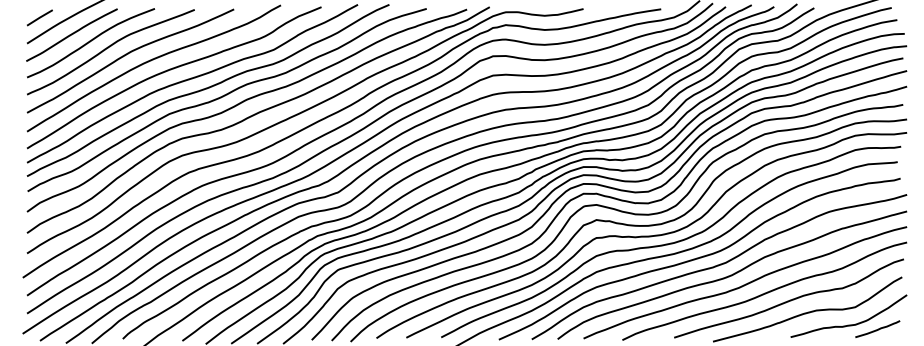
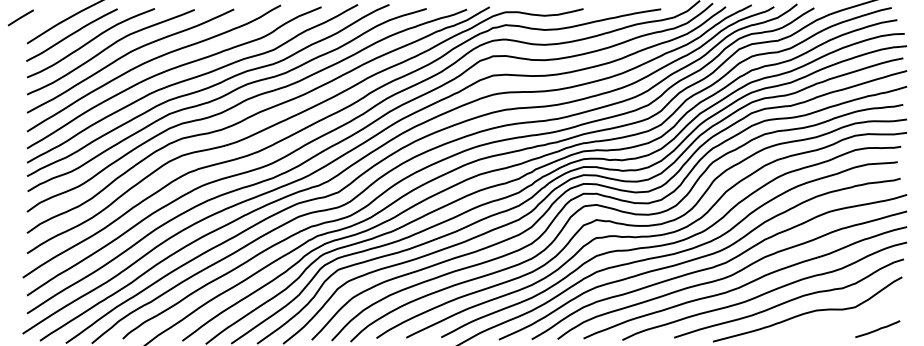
line at (39, 17) position: (39, 17) -> (20, 17)
curve at (848, 324): present -> none
